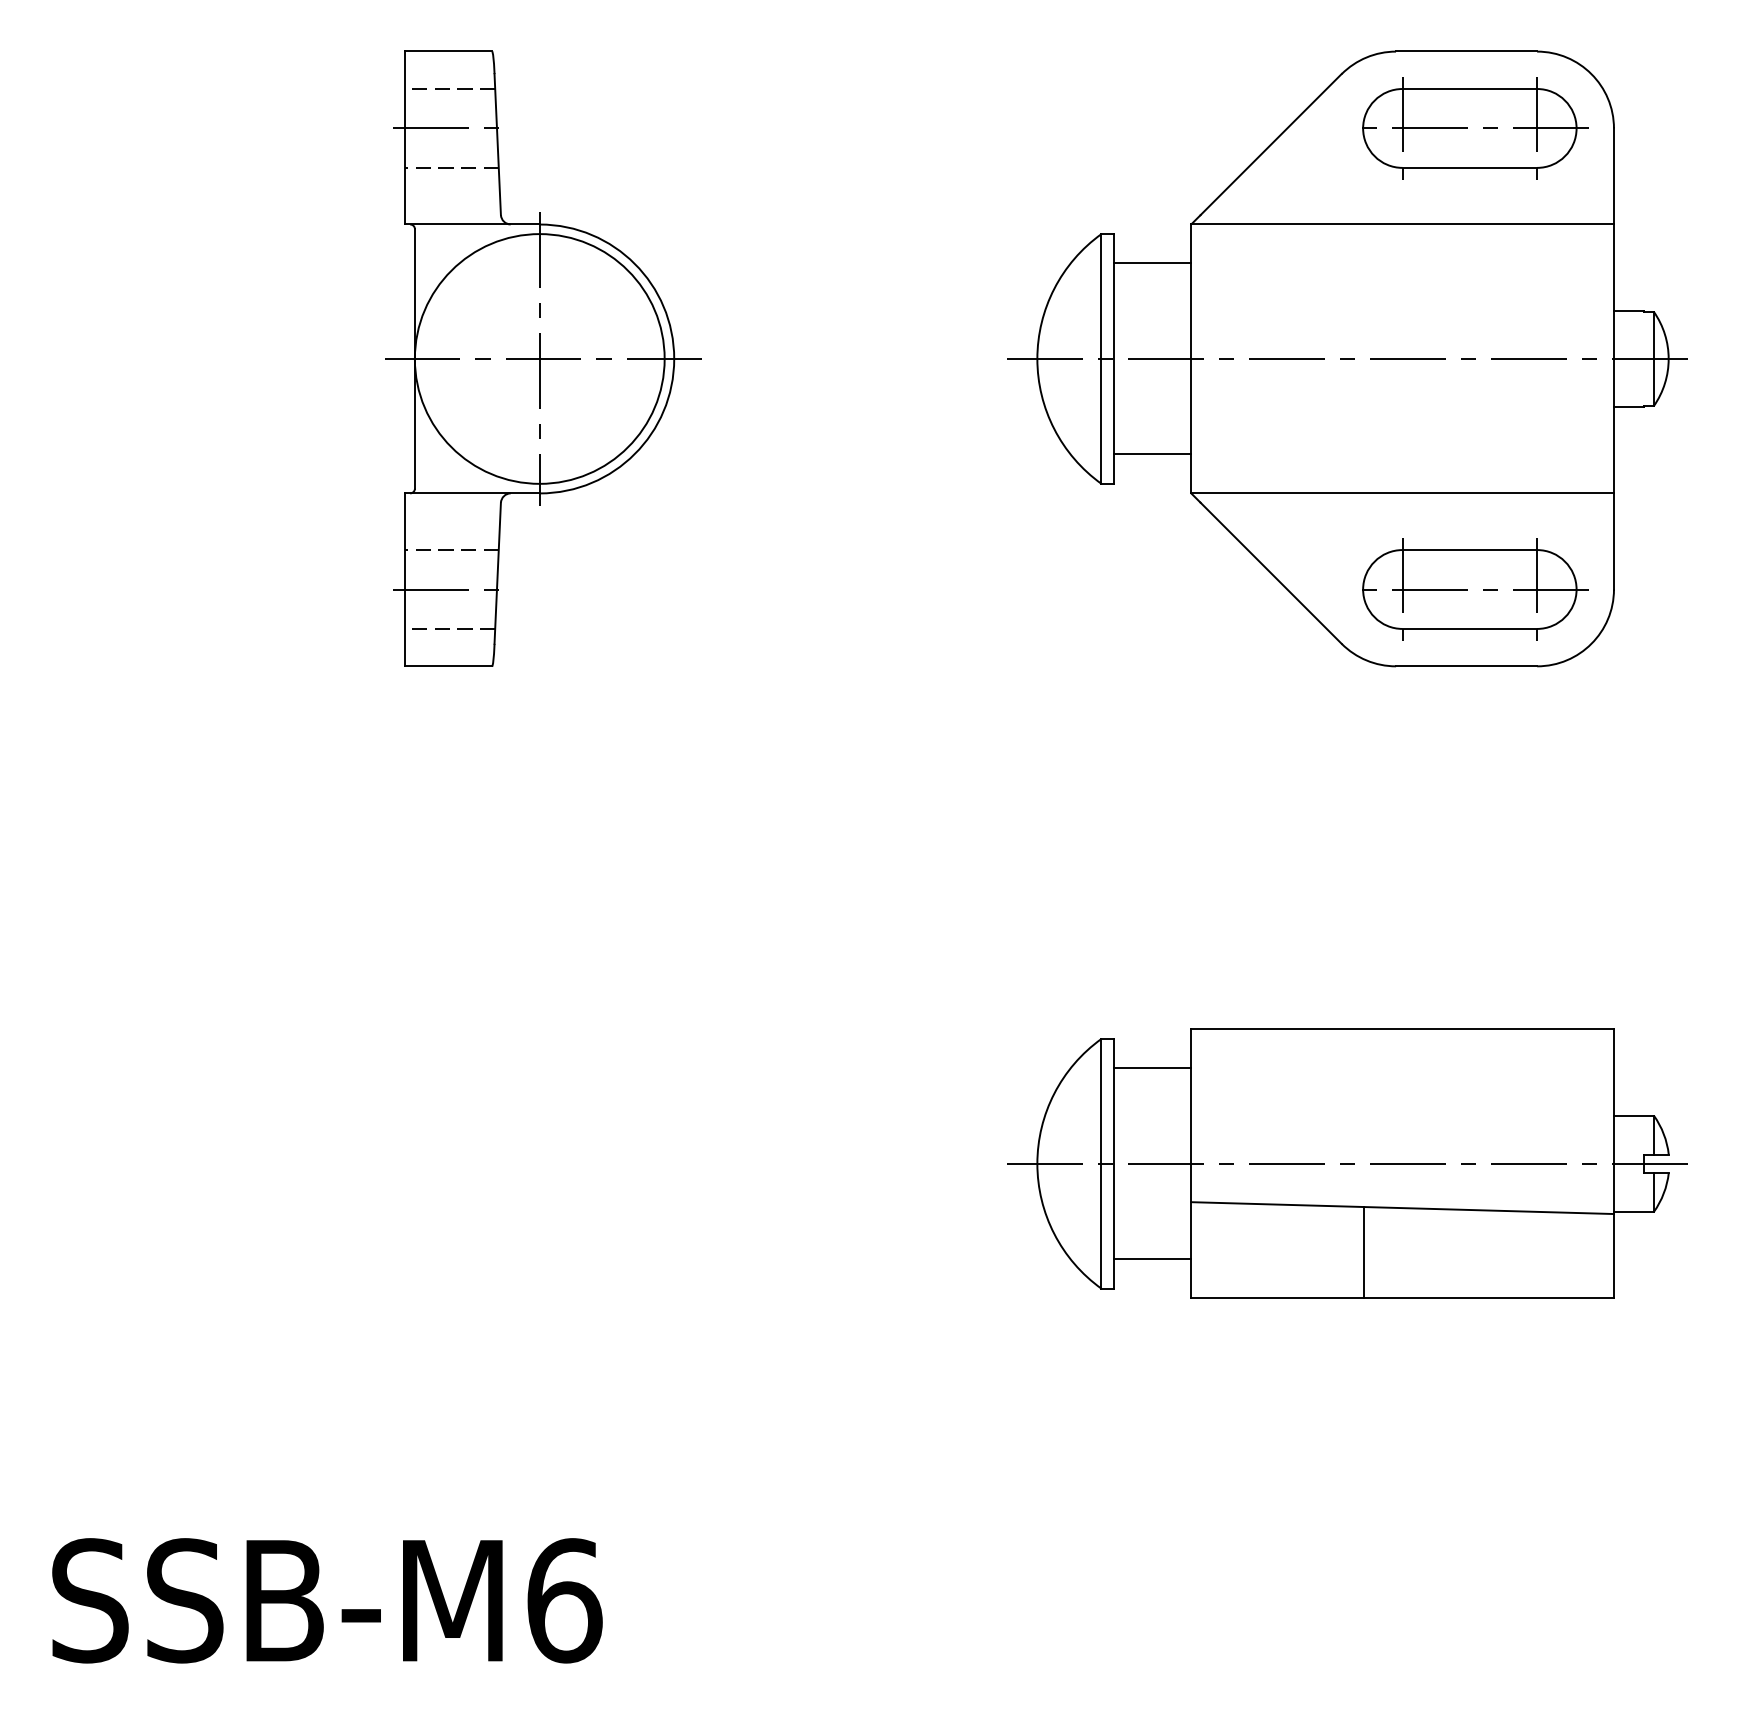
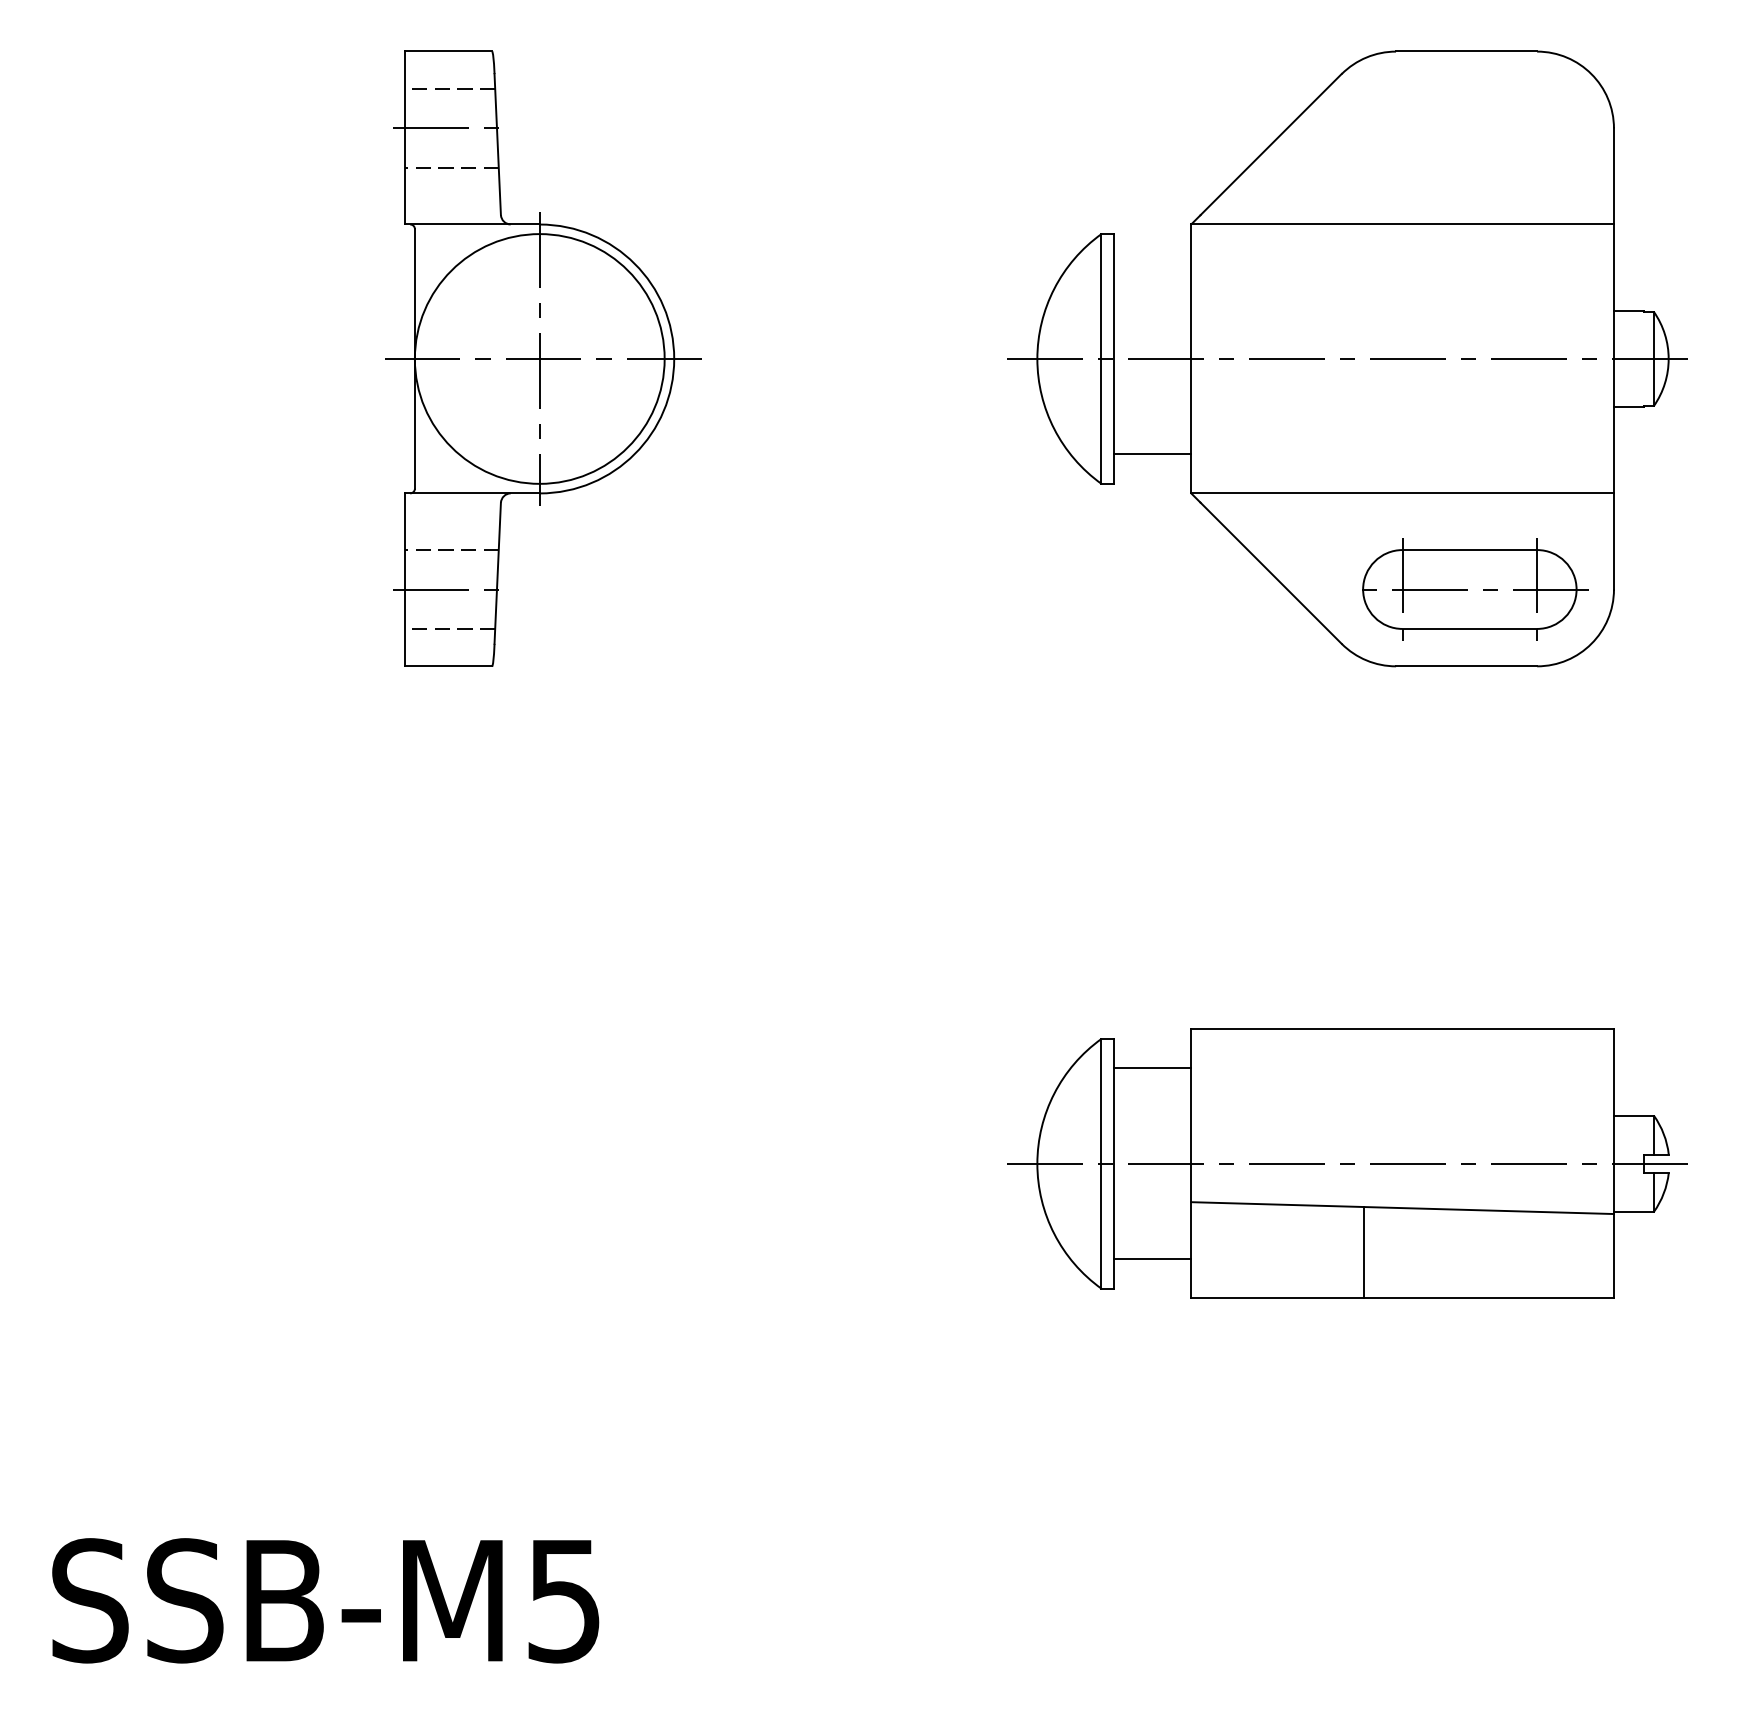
part at (1475, 128): present -> none
line at (1152, 263): present -> none
text at (564, 1600): SSB-M6 -> SSB-M5
